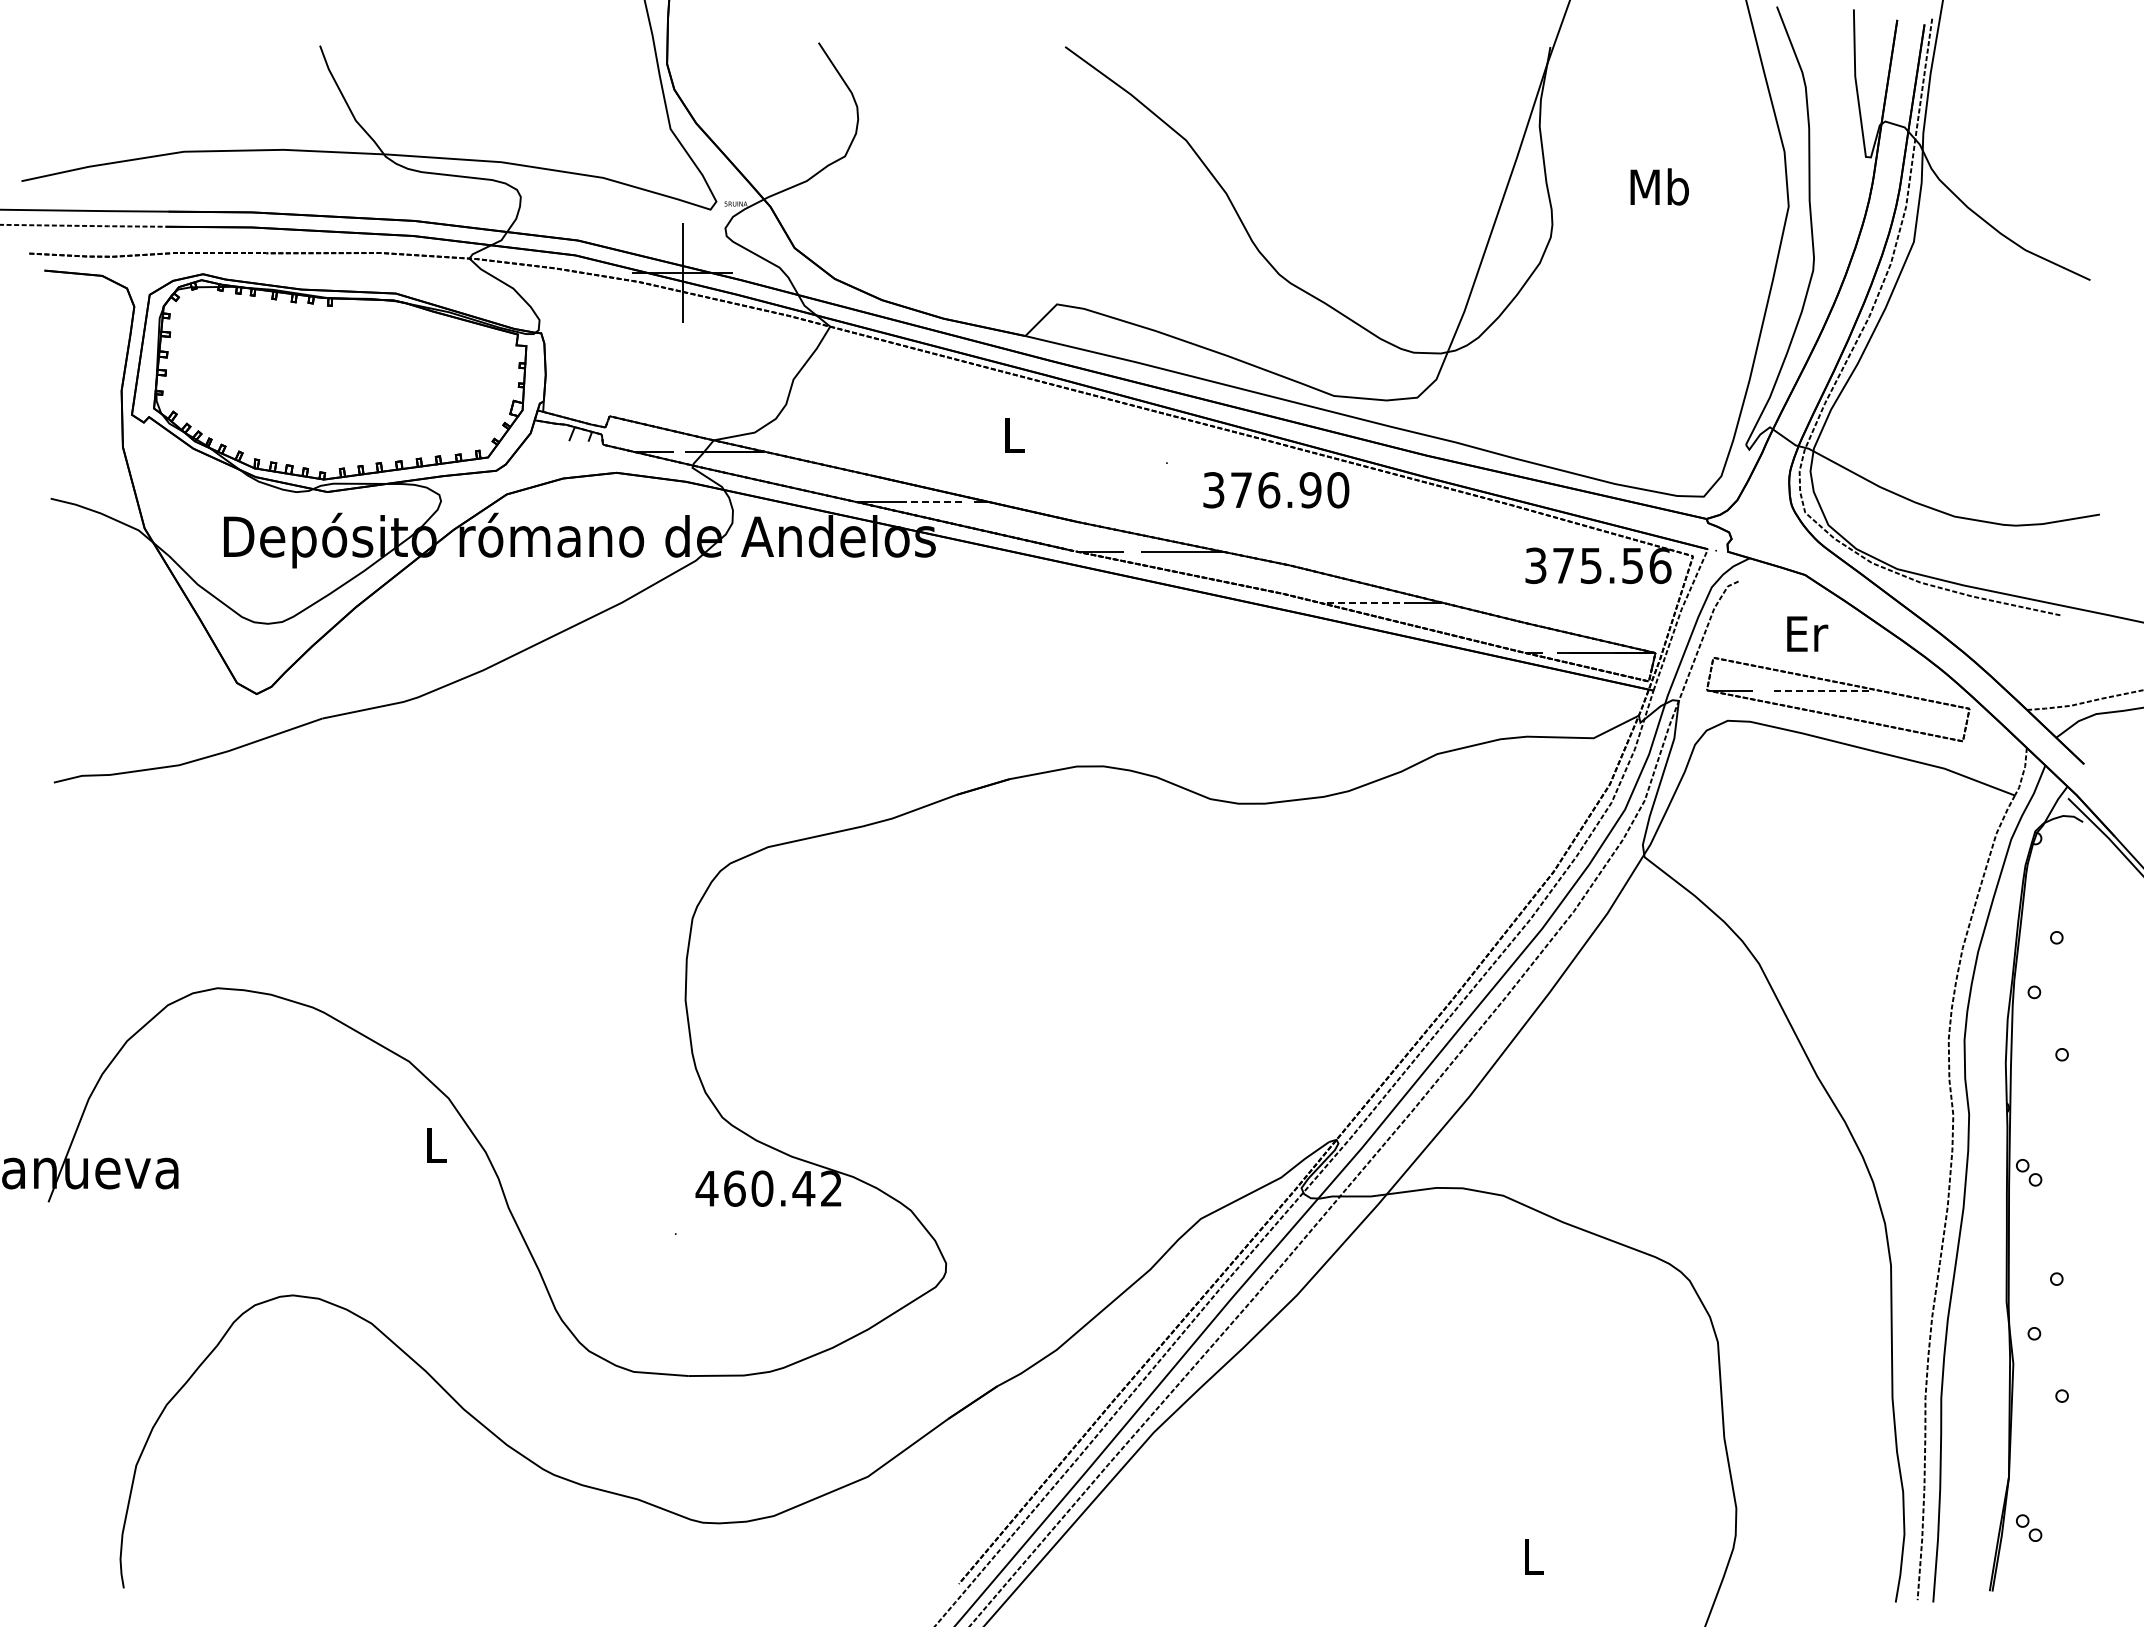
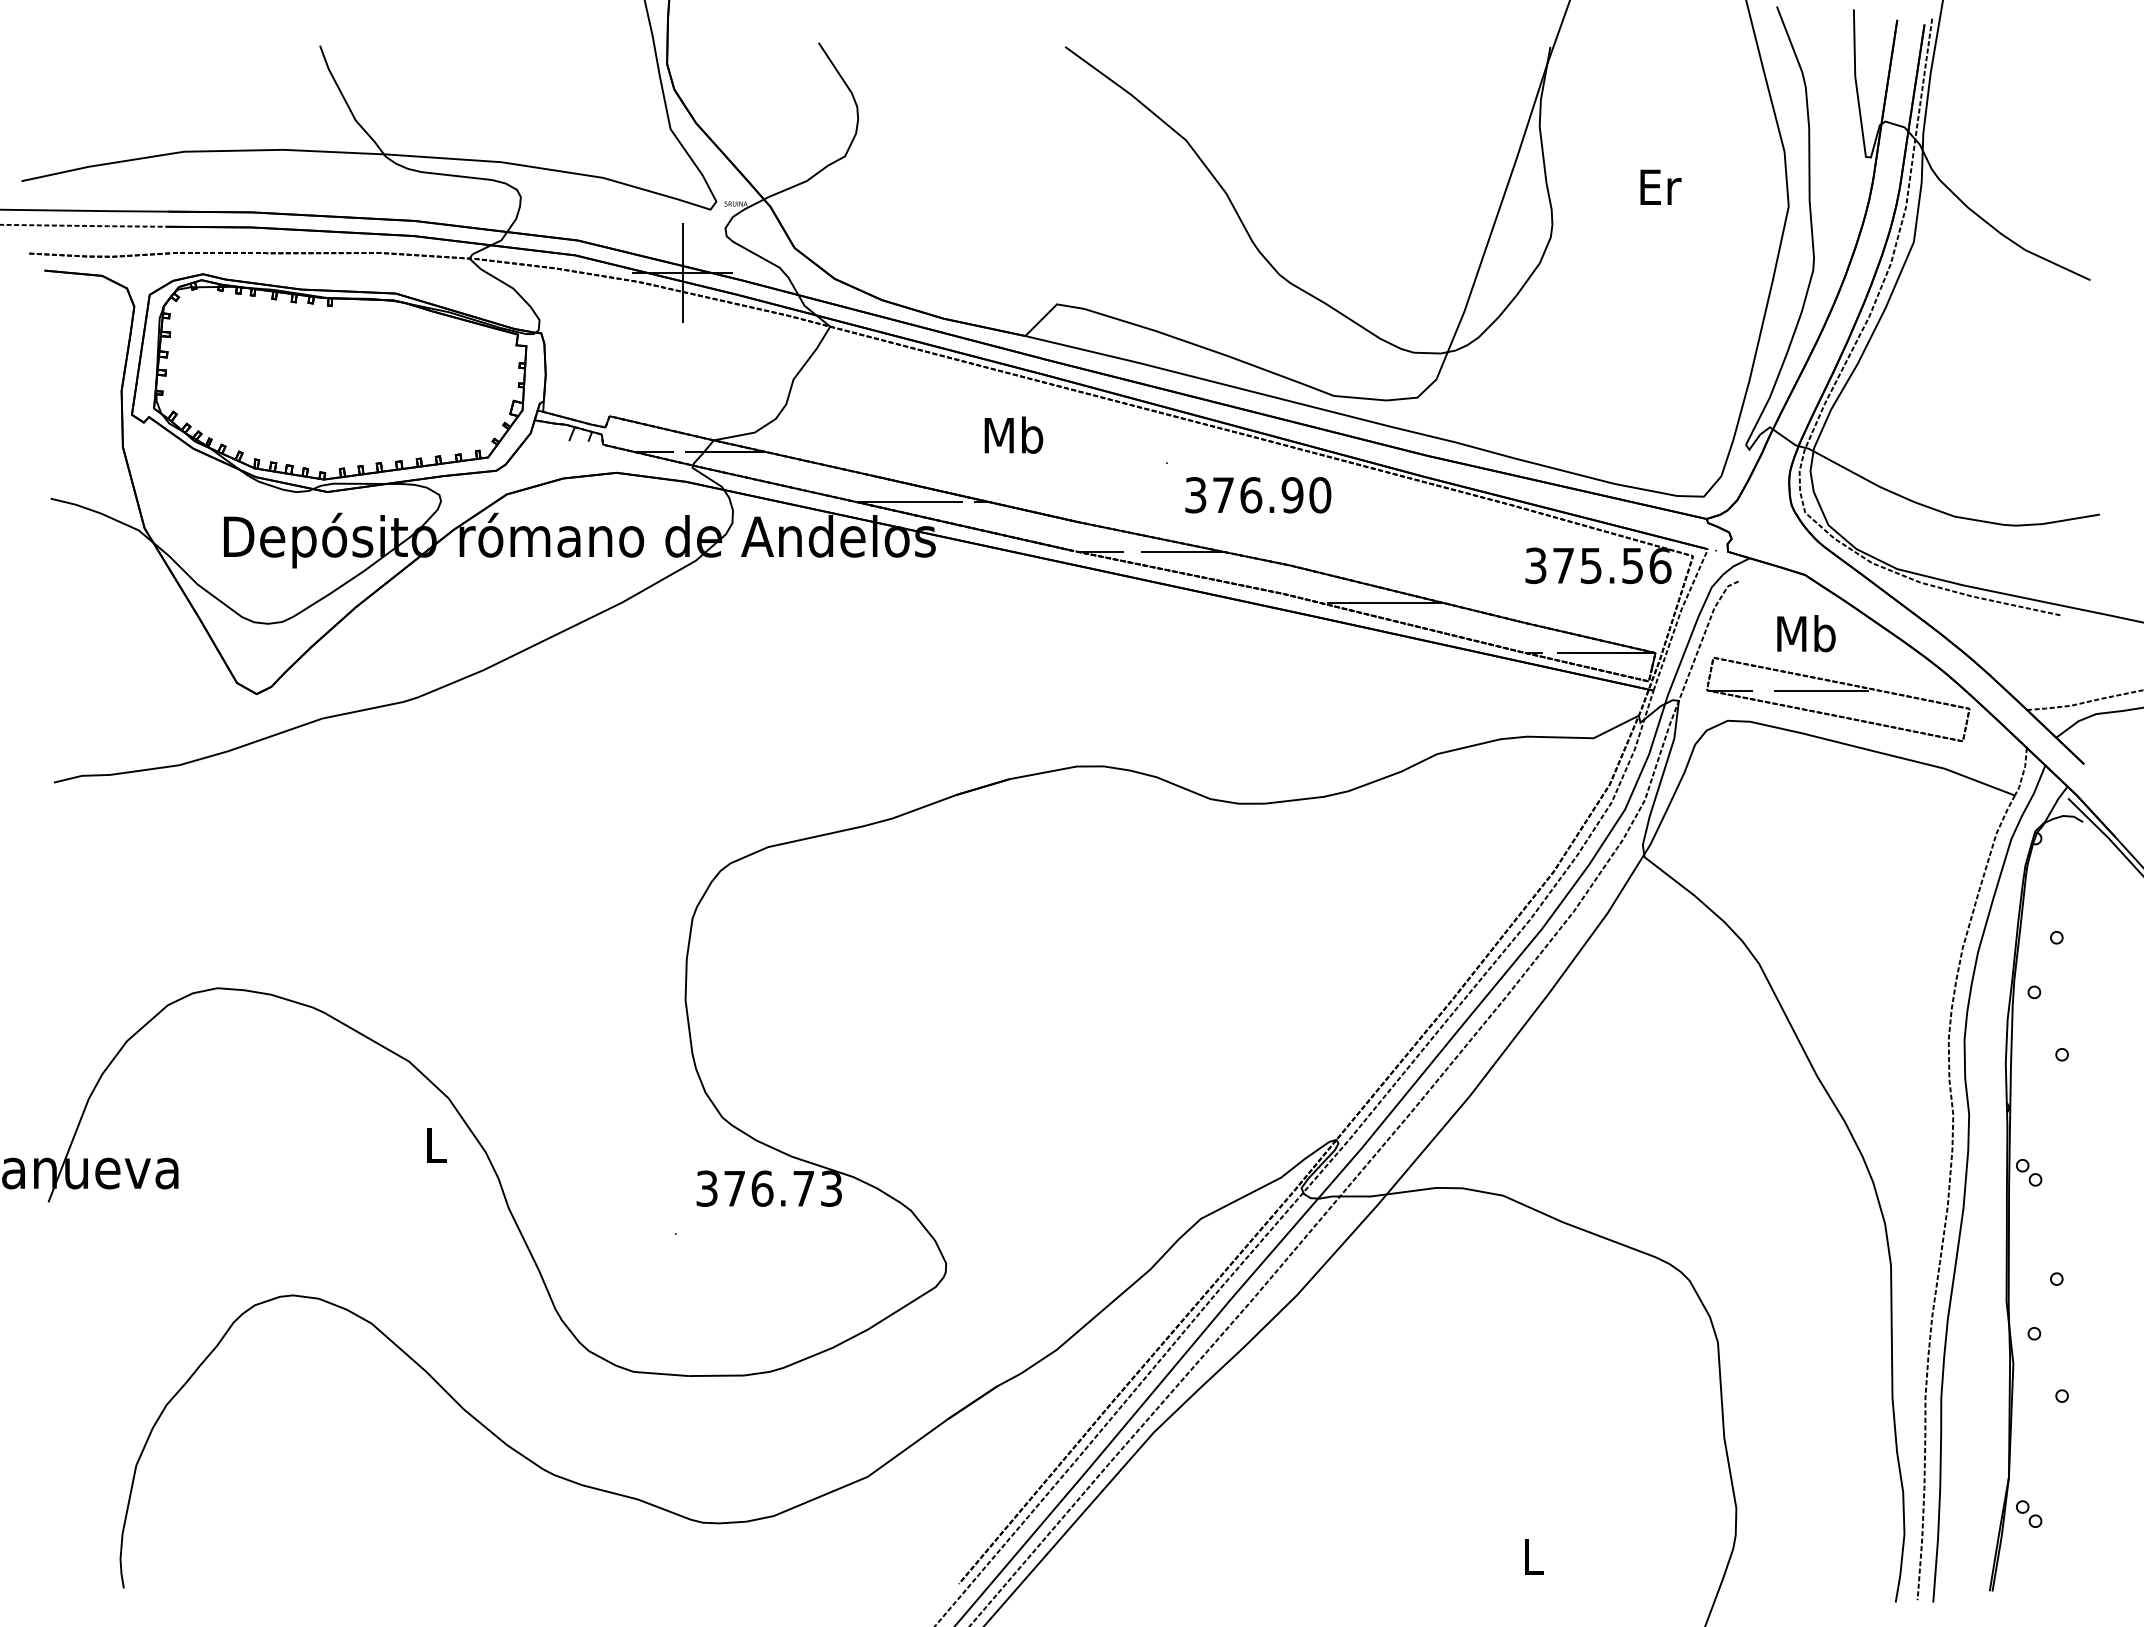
text at (1659, 186): Mb -> Er
text at (1013, 434): L -> Mb
text at (1276, 490) position: (1276, 490) -> (1258, 495)
line at (932, 501): dashed -> solid
line at (1365, 602): dashed -> solid
text at (1806, 633): Er -> Mb
line at (1821, 691): dashed -> solid
text at (768, 1188): 460.42 -> 376.73
part at (2029, 1527) position: (2029, 1527) -> (2029, 1513)
